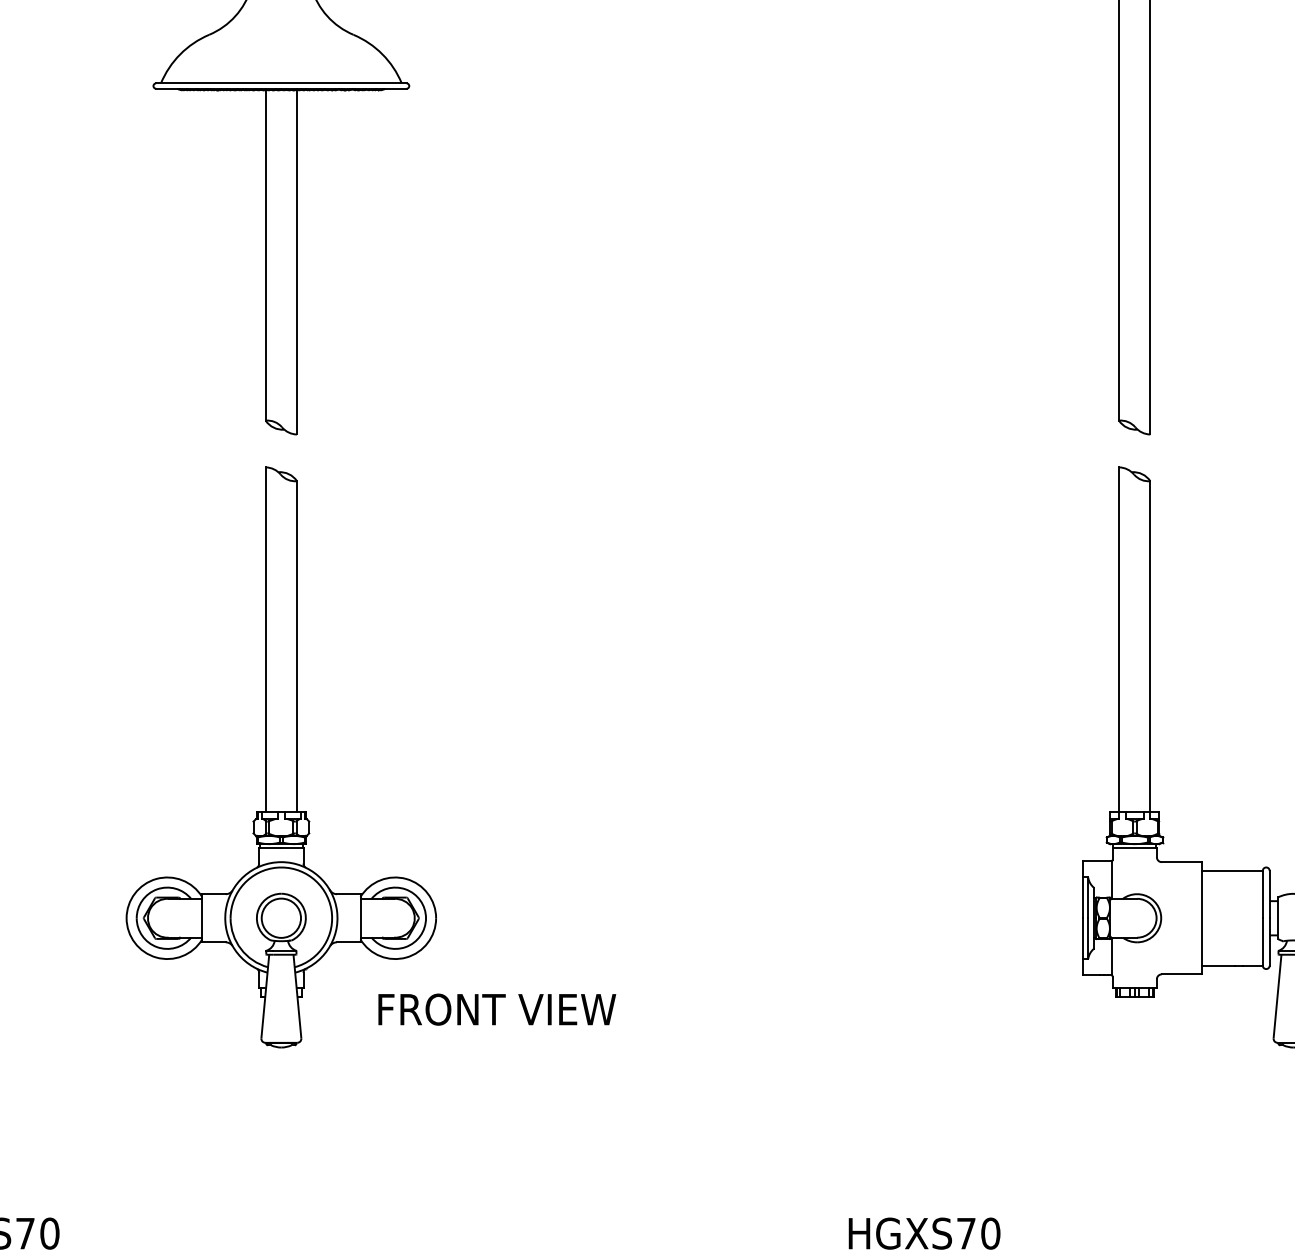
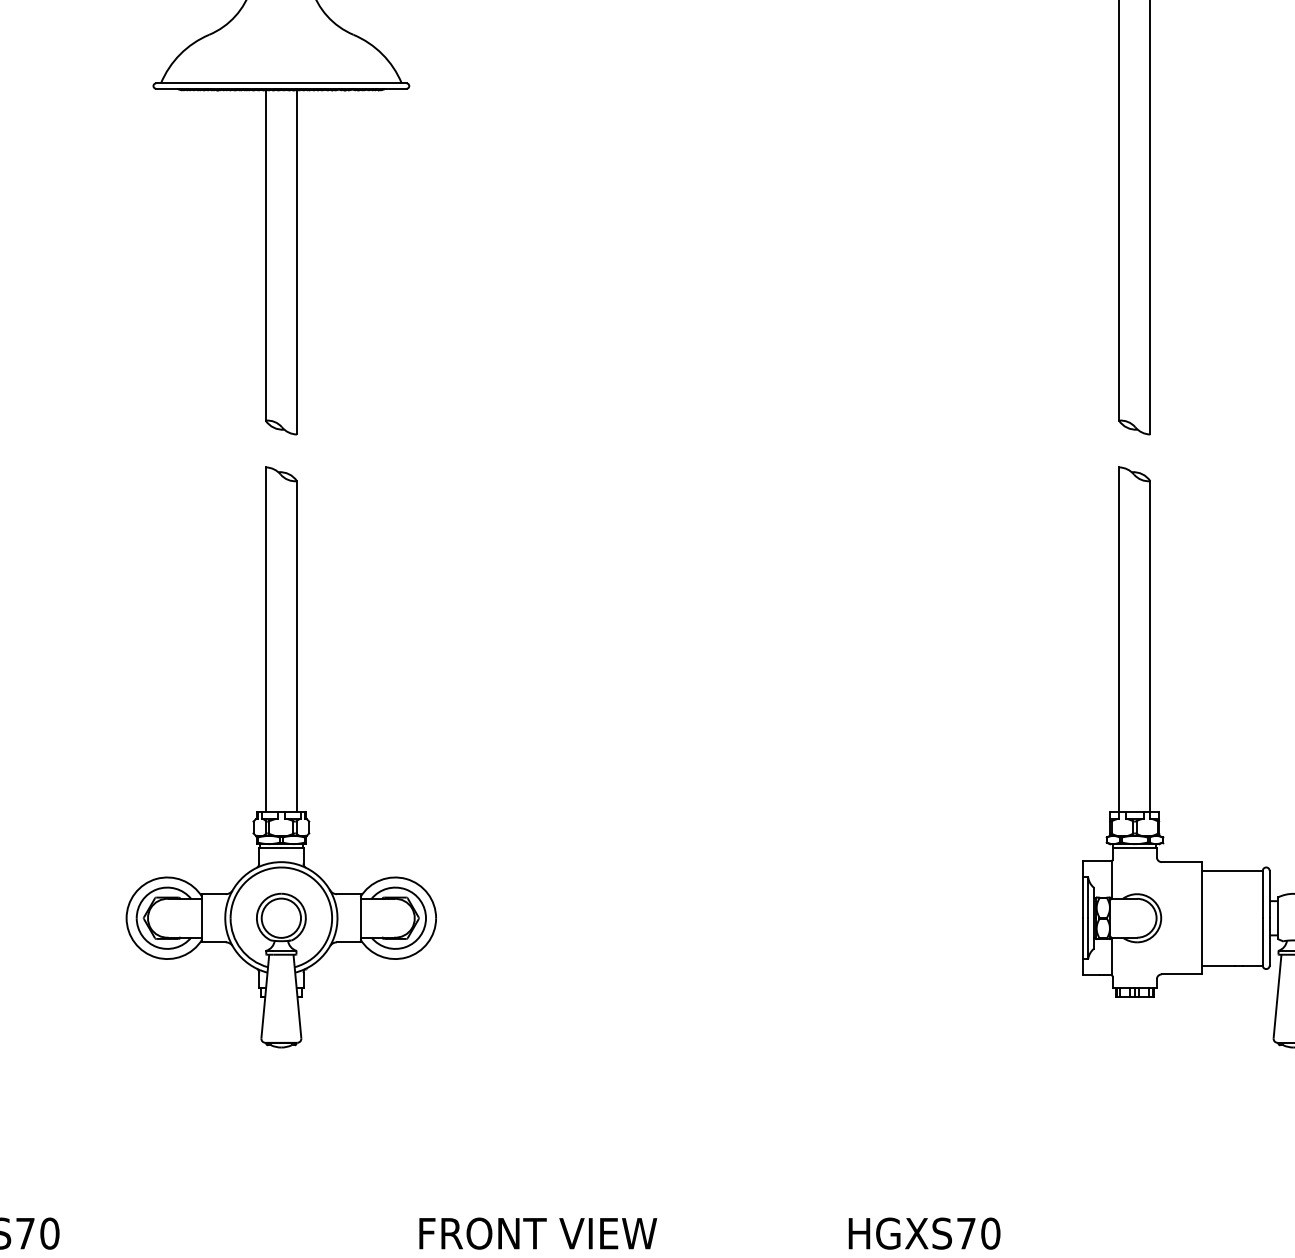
text at (497, 1009) position: (497, 1009) -> (538, 1233)
